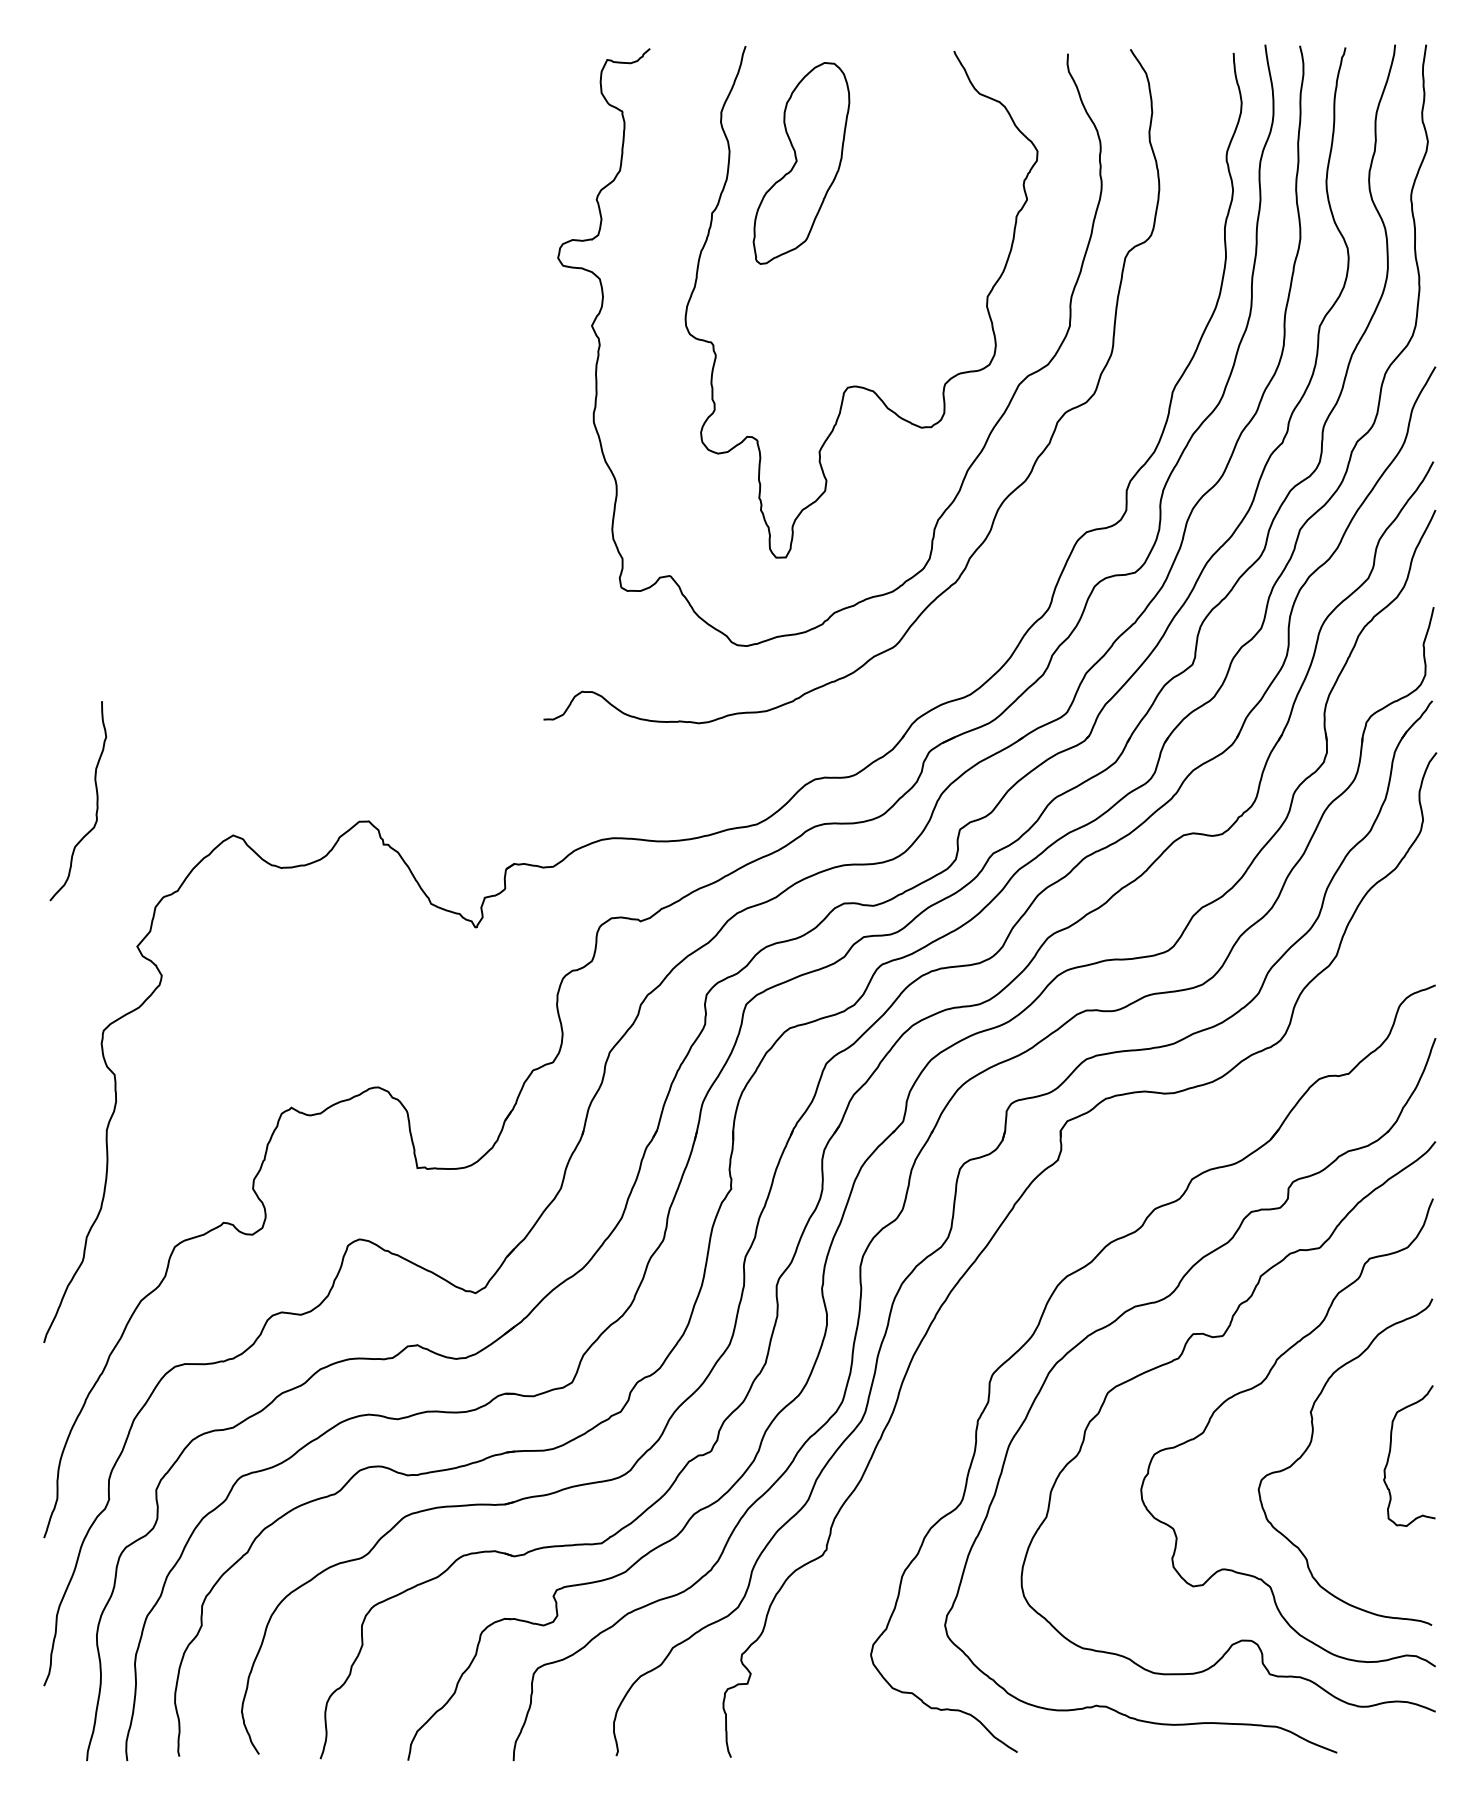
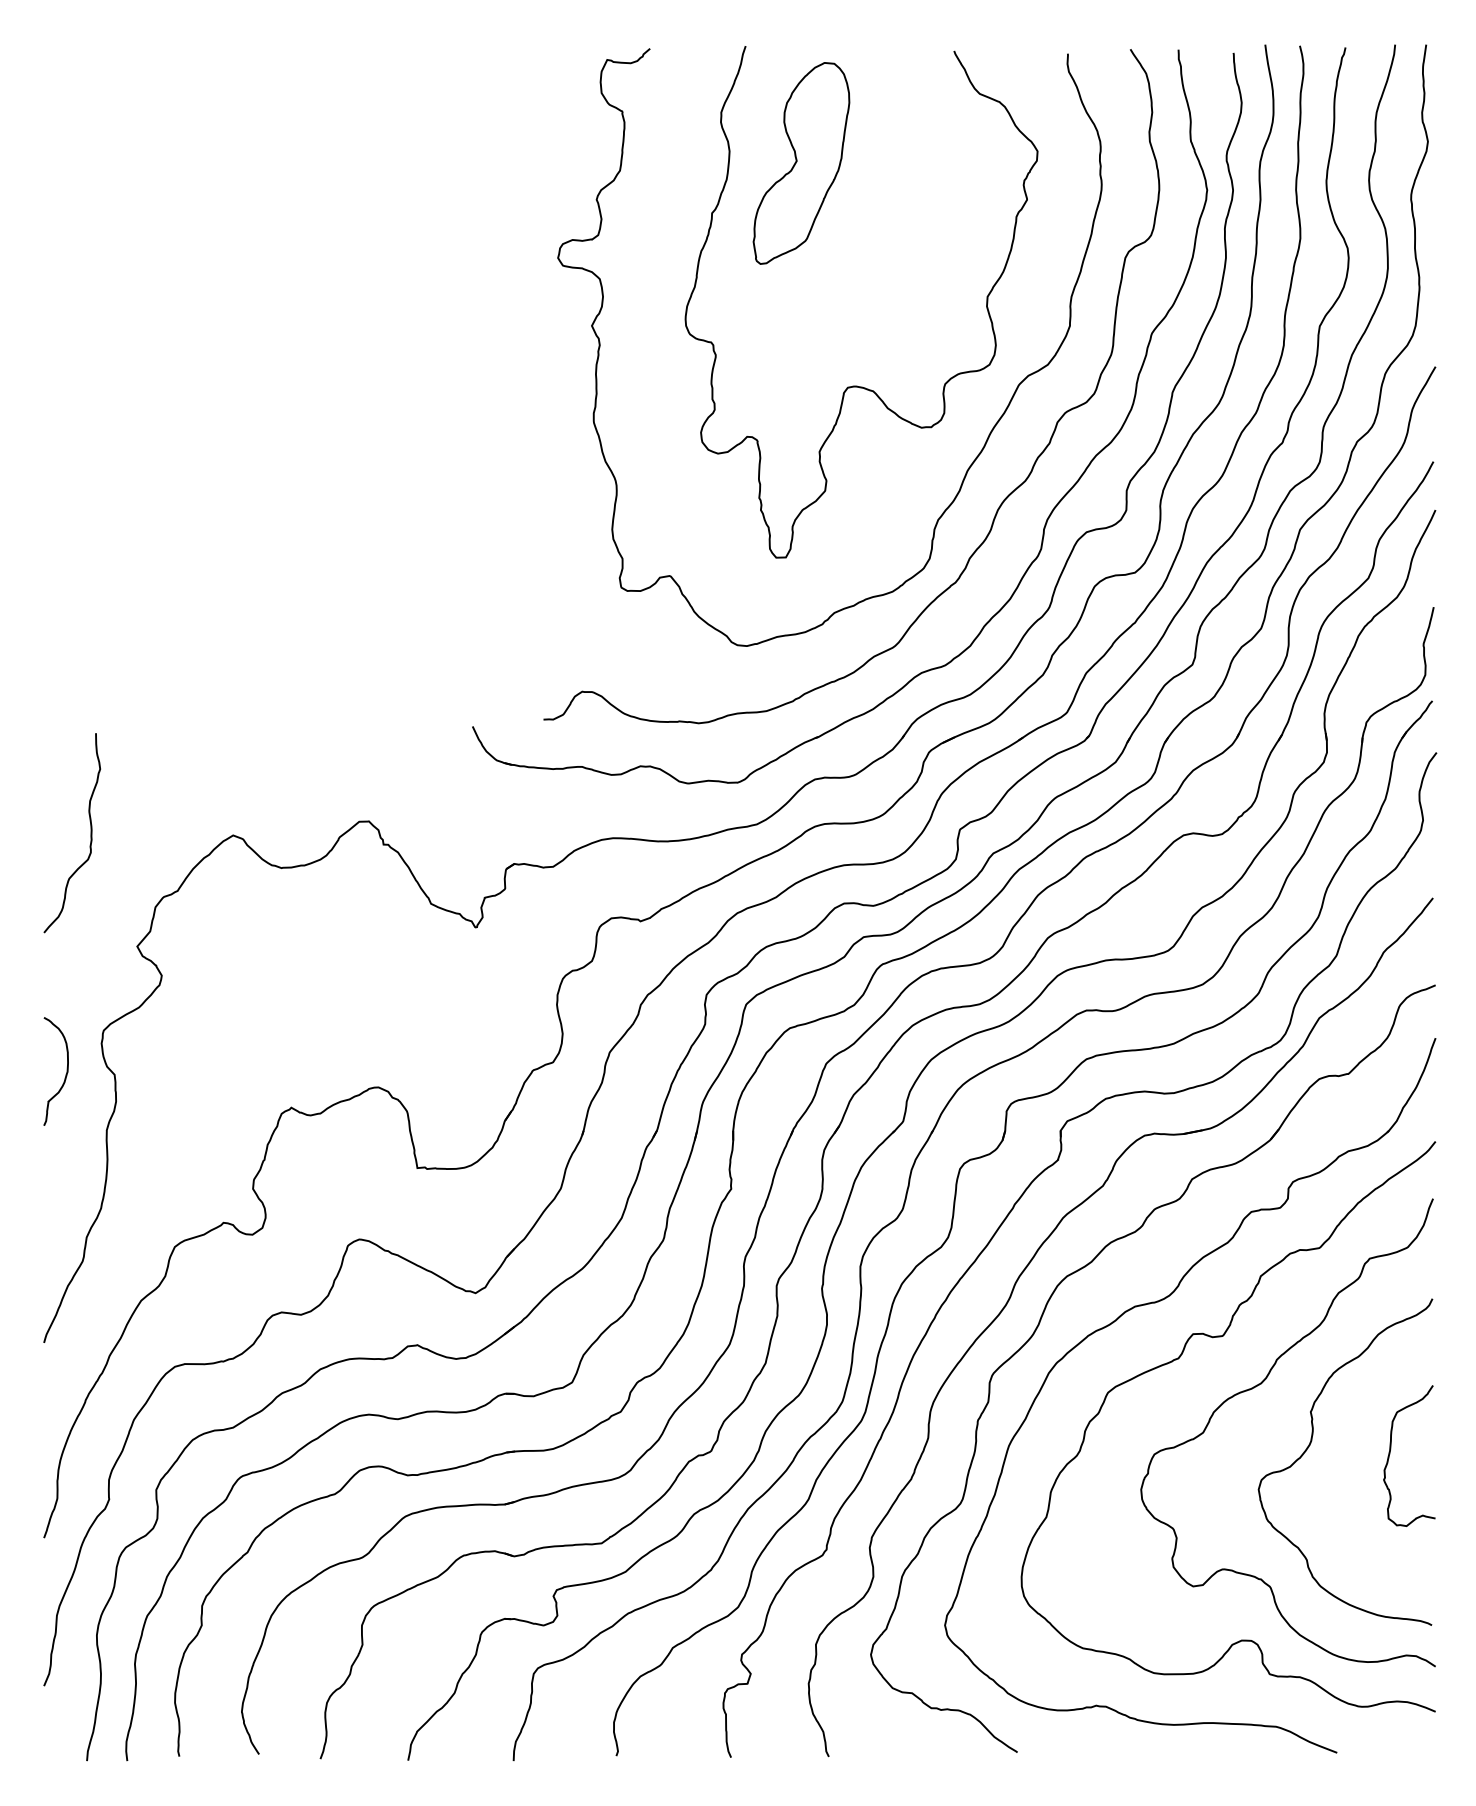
part at (1046, 519): none -> present
curve at (96, 801) position: (96, 801) -> (90, 833)
curve at (65, 1074): none -> present
part at (1030, 1263): none -> present
